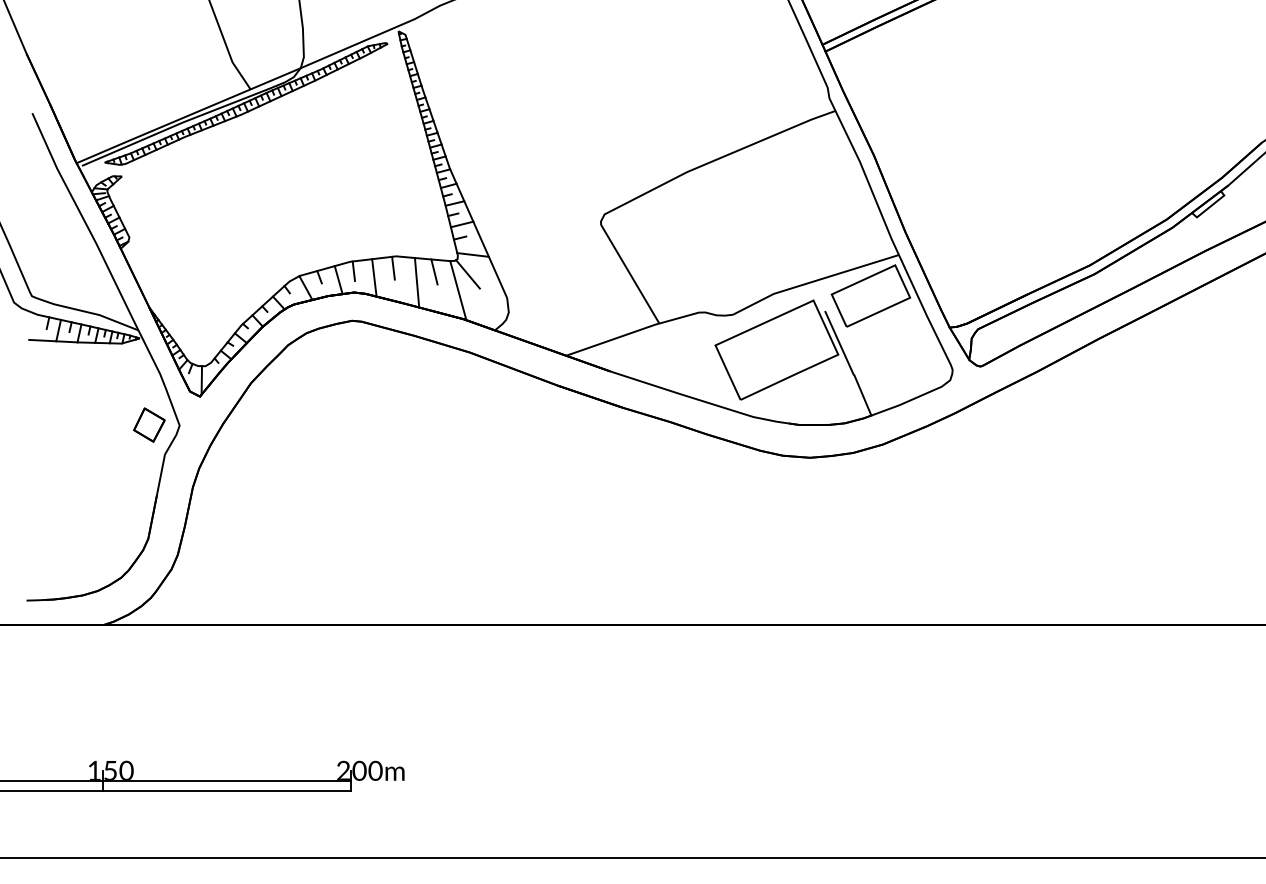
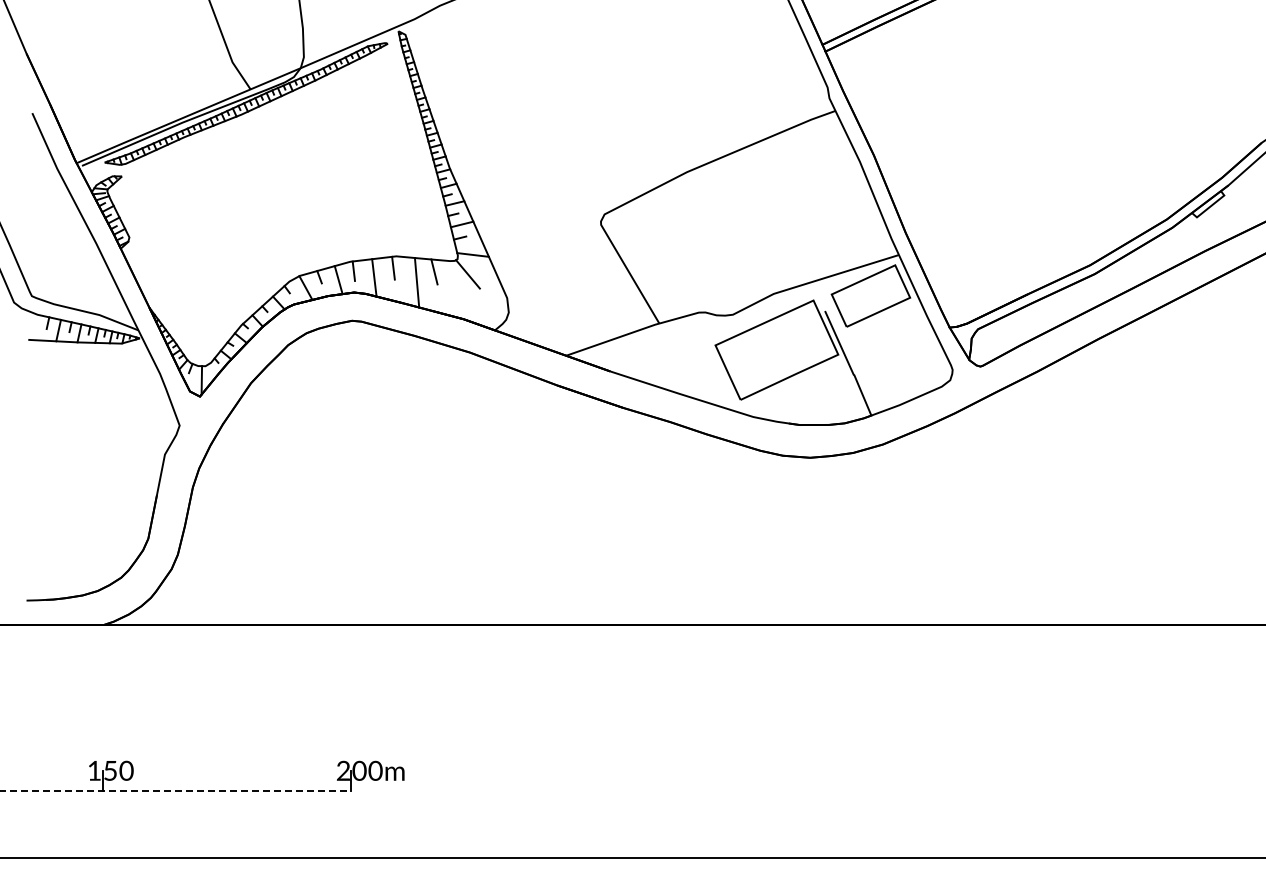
line at (458, 290): present -> none
part at (149, 424): present -> none
line at (176, 781): present -> none
line at (175, 791): solid -> dashed
